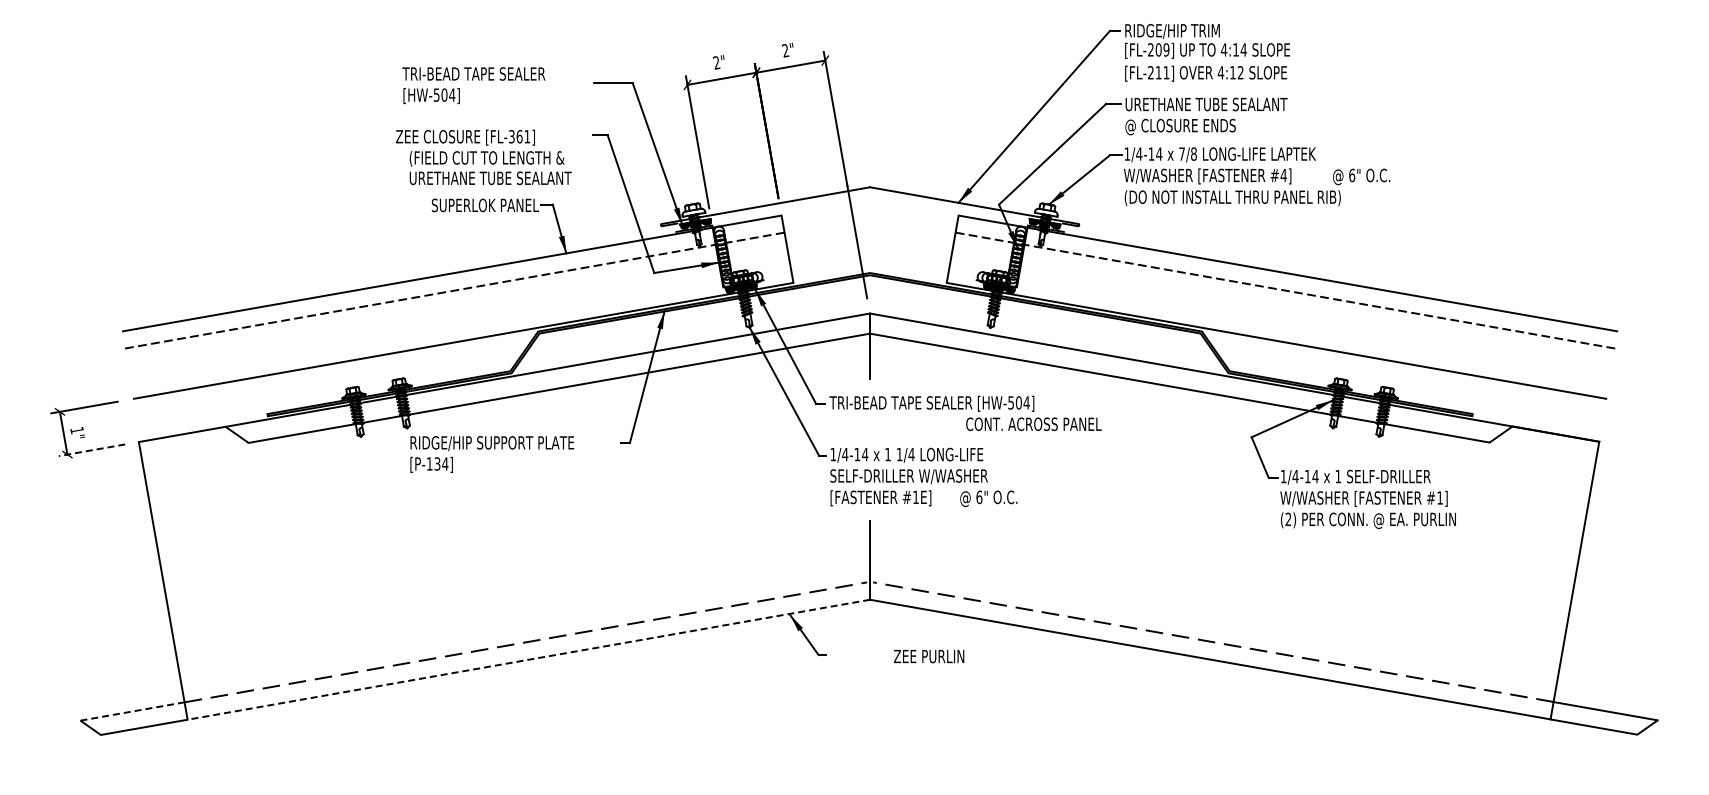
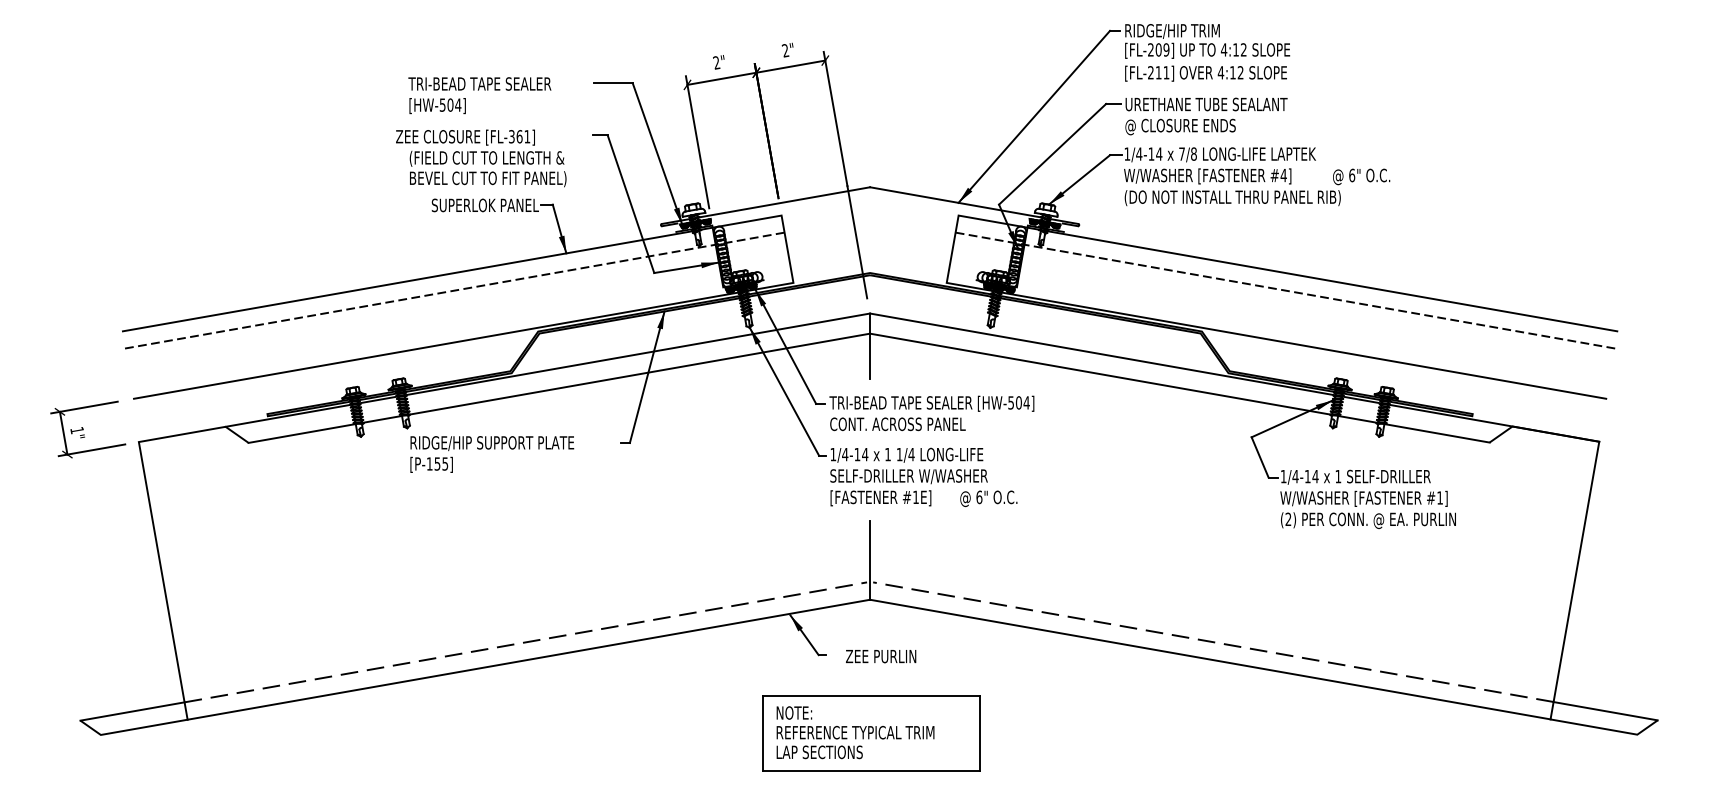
text at (1243, 49): 4:14 -> 4:12
text at (473, 85) position: (473, 85) -> (479, 95)
text at (490, 179): URETHANE TUBE SEALANT -> BEVEL CUT TO FIT PANEL)
text at (1033, 424) position: (1033, 424) -> (897, 424)
line at (92, 450): dashed -> solid
text at (441, 463): [P-134] -> [P-155]
text at (929, 656) position: (929, 656) -> (881, 656)
line at (528, 659): dashed -> solid
line at (132, 711): dashed -> solid
part at (871, 733): none -> present
